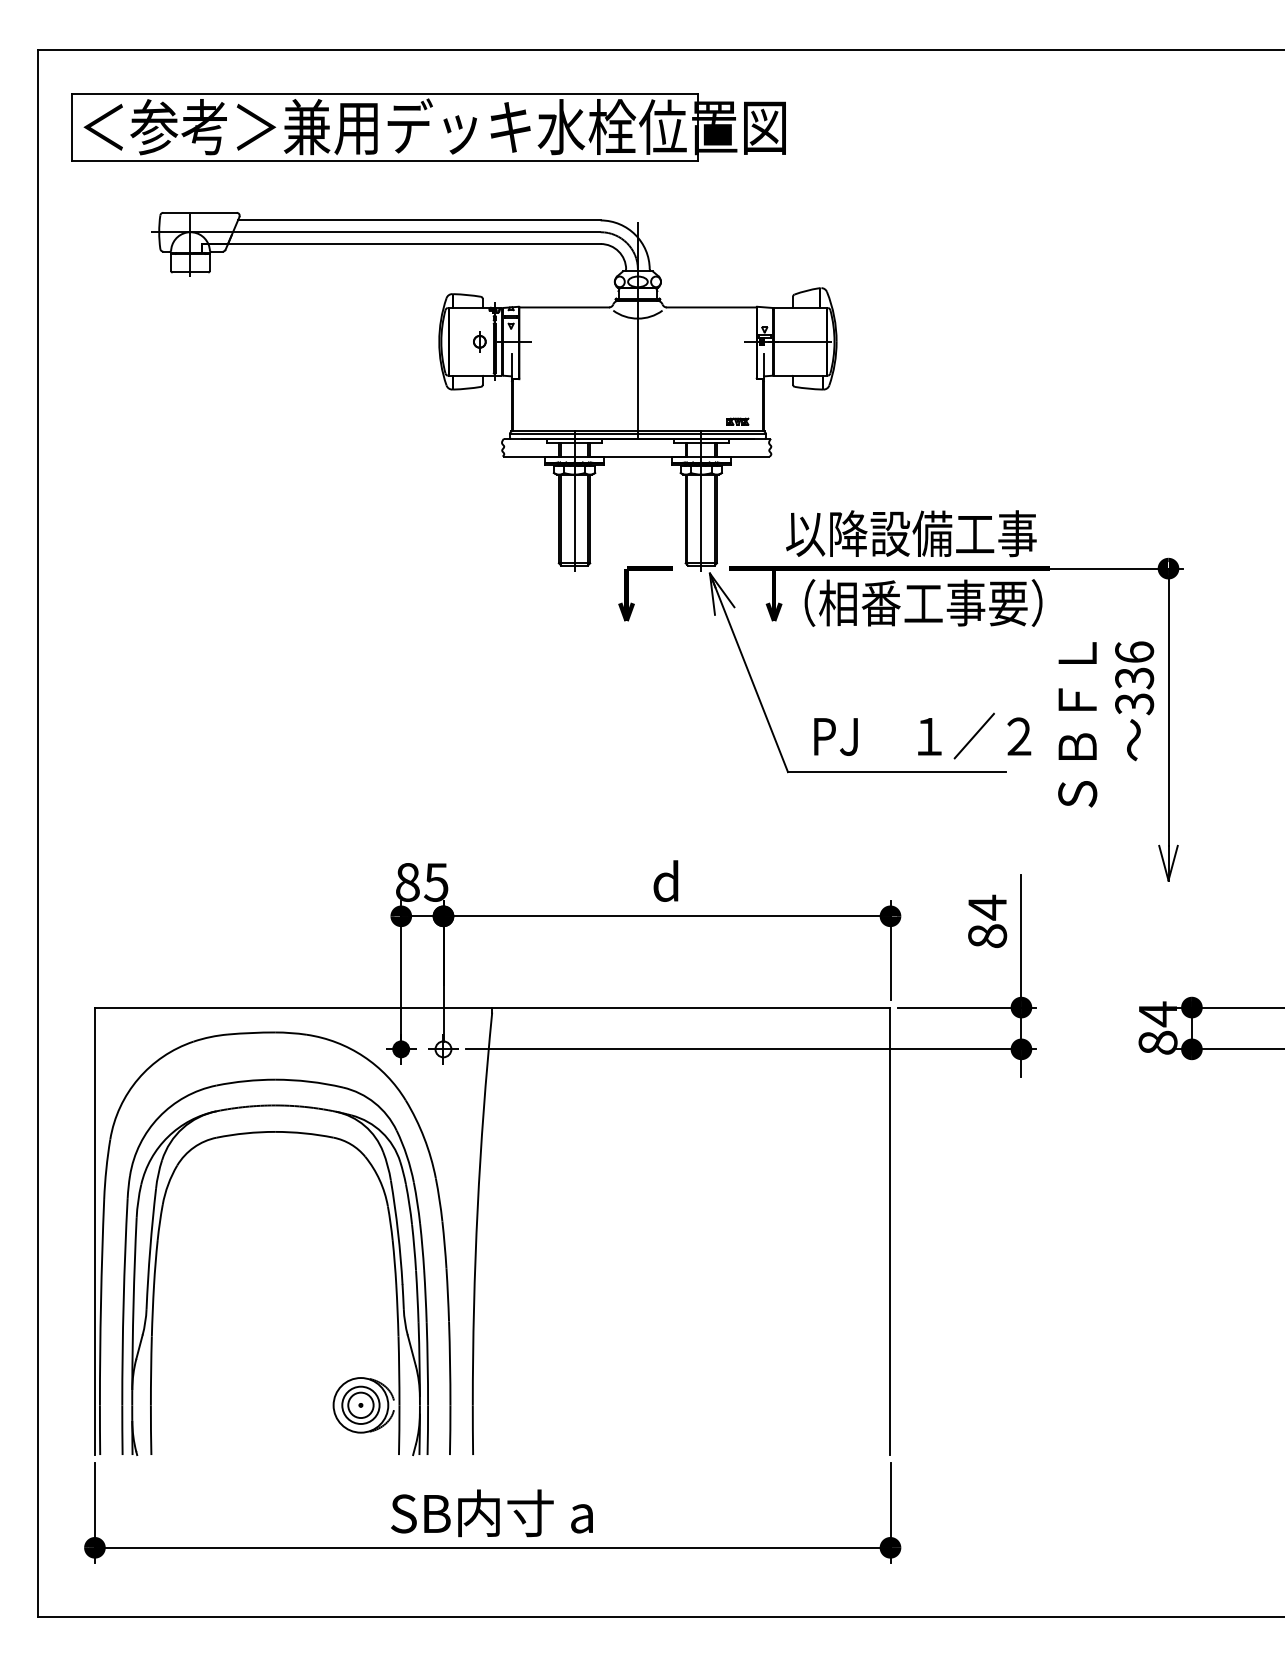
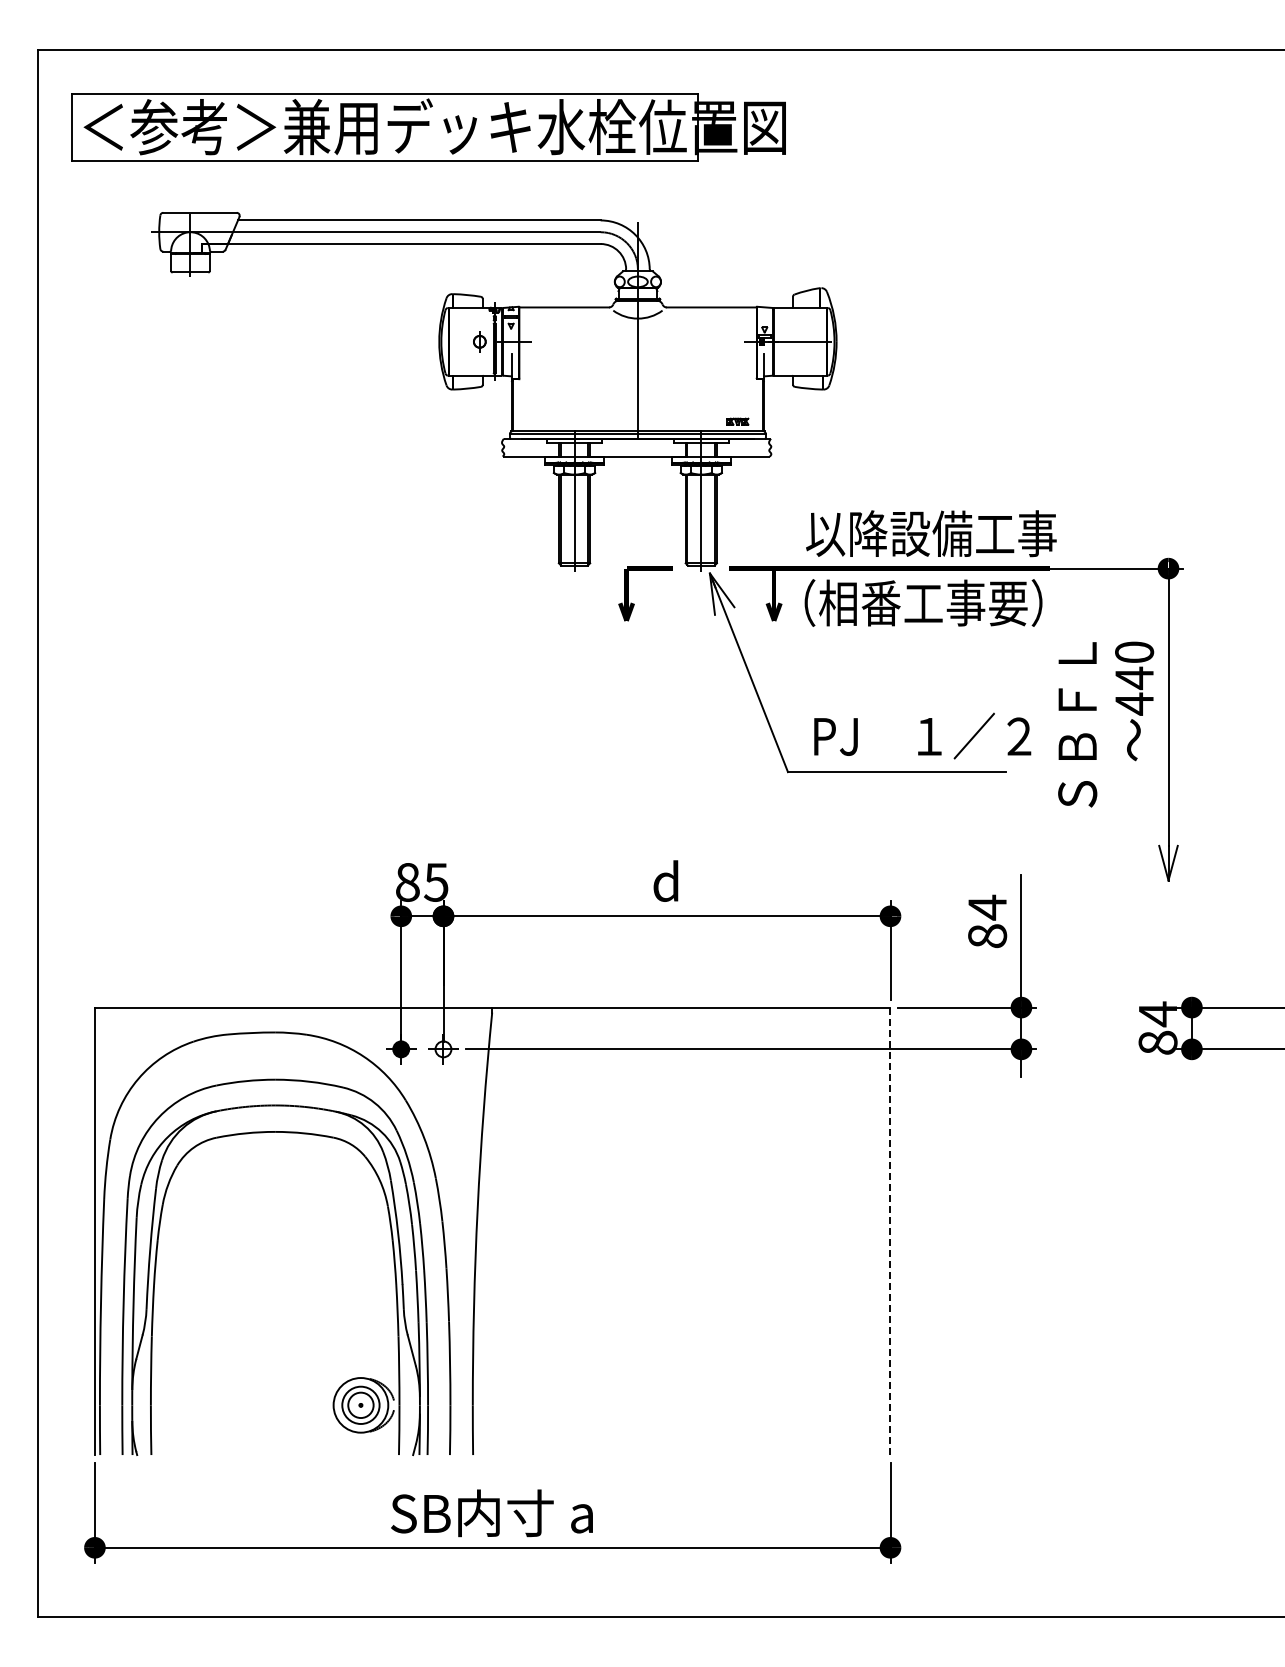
text at (911, 533) position: (911, 533) -> (931, 533)
text at (1134, 678): 336 -> 440
line at (890, 1231): solid -> dashed
